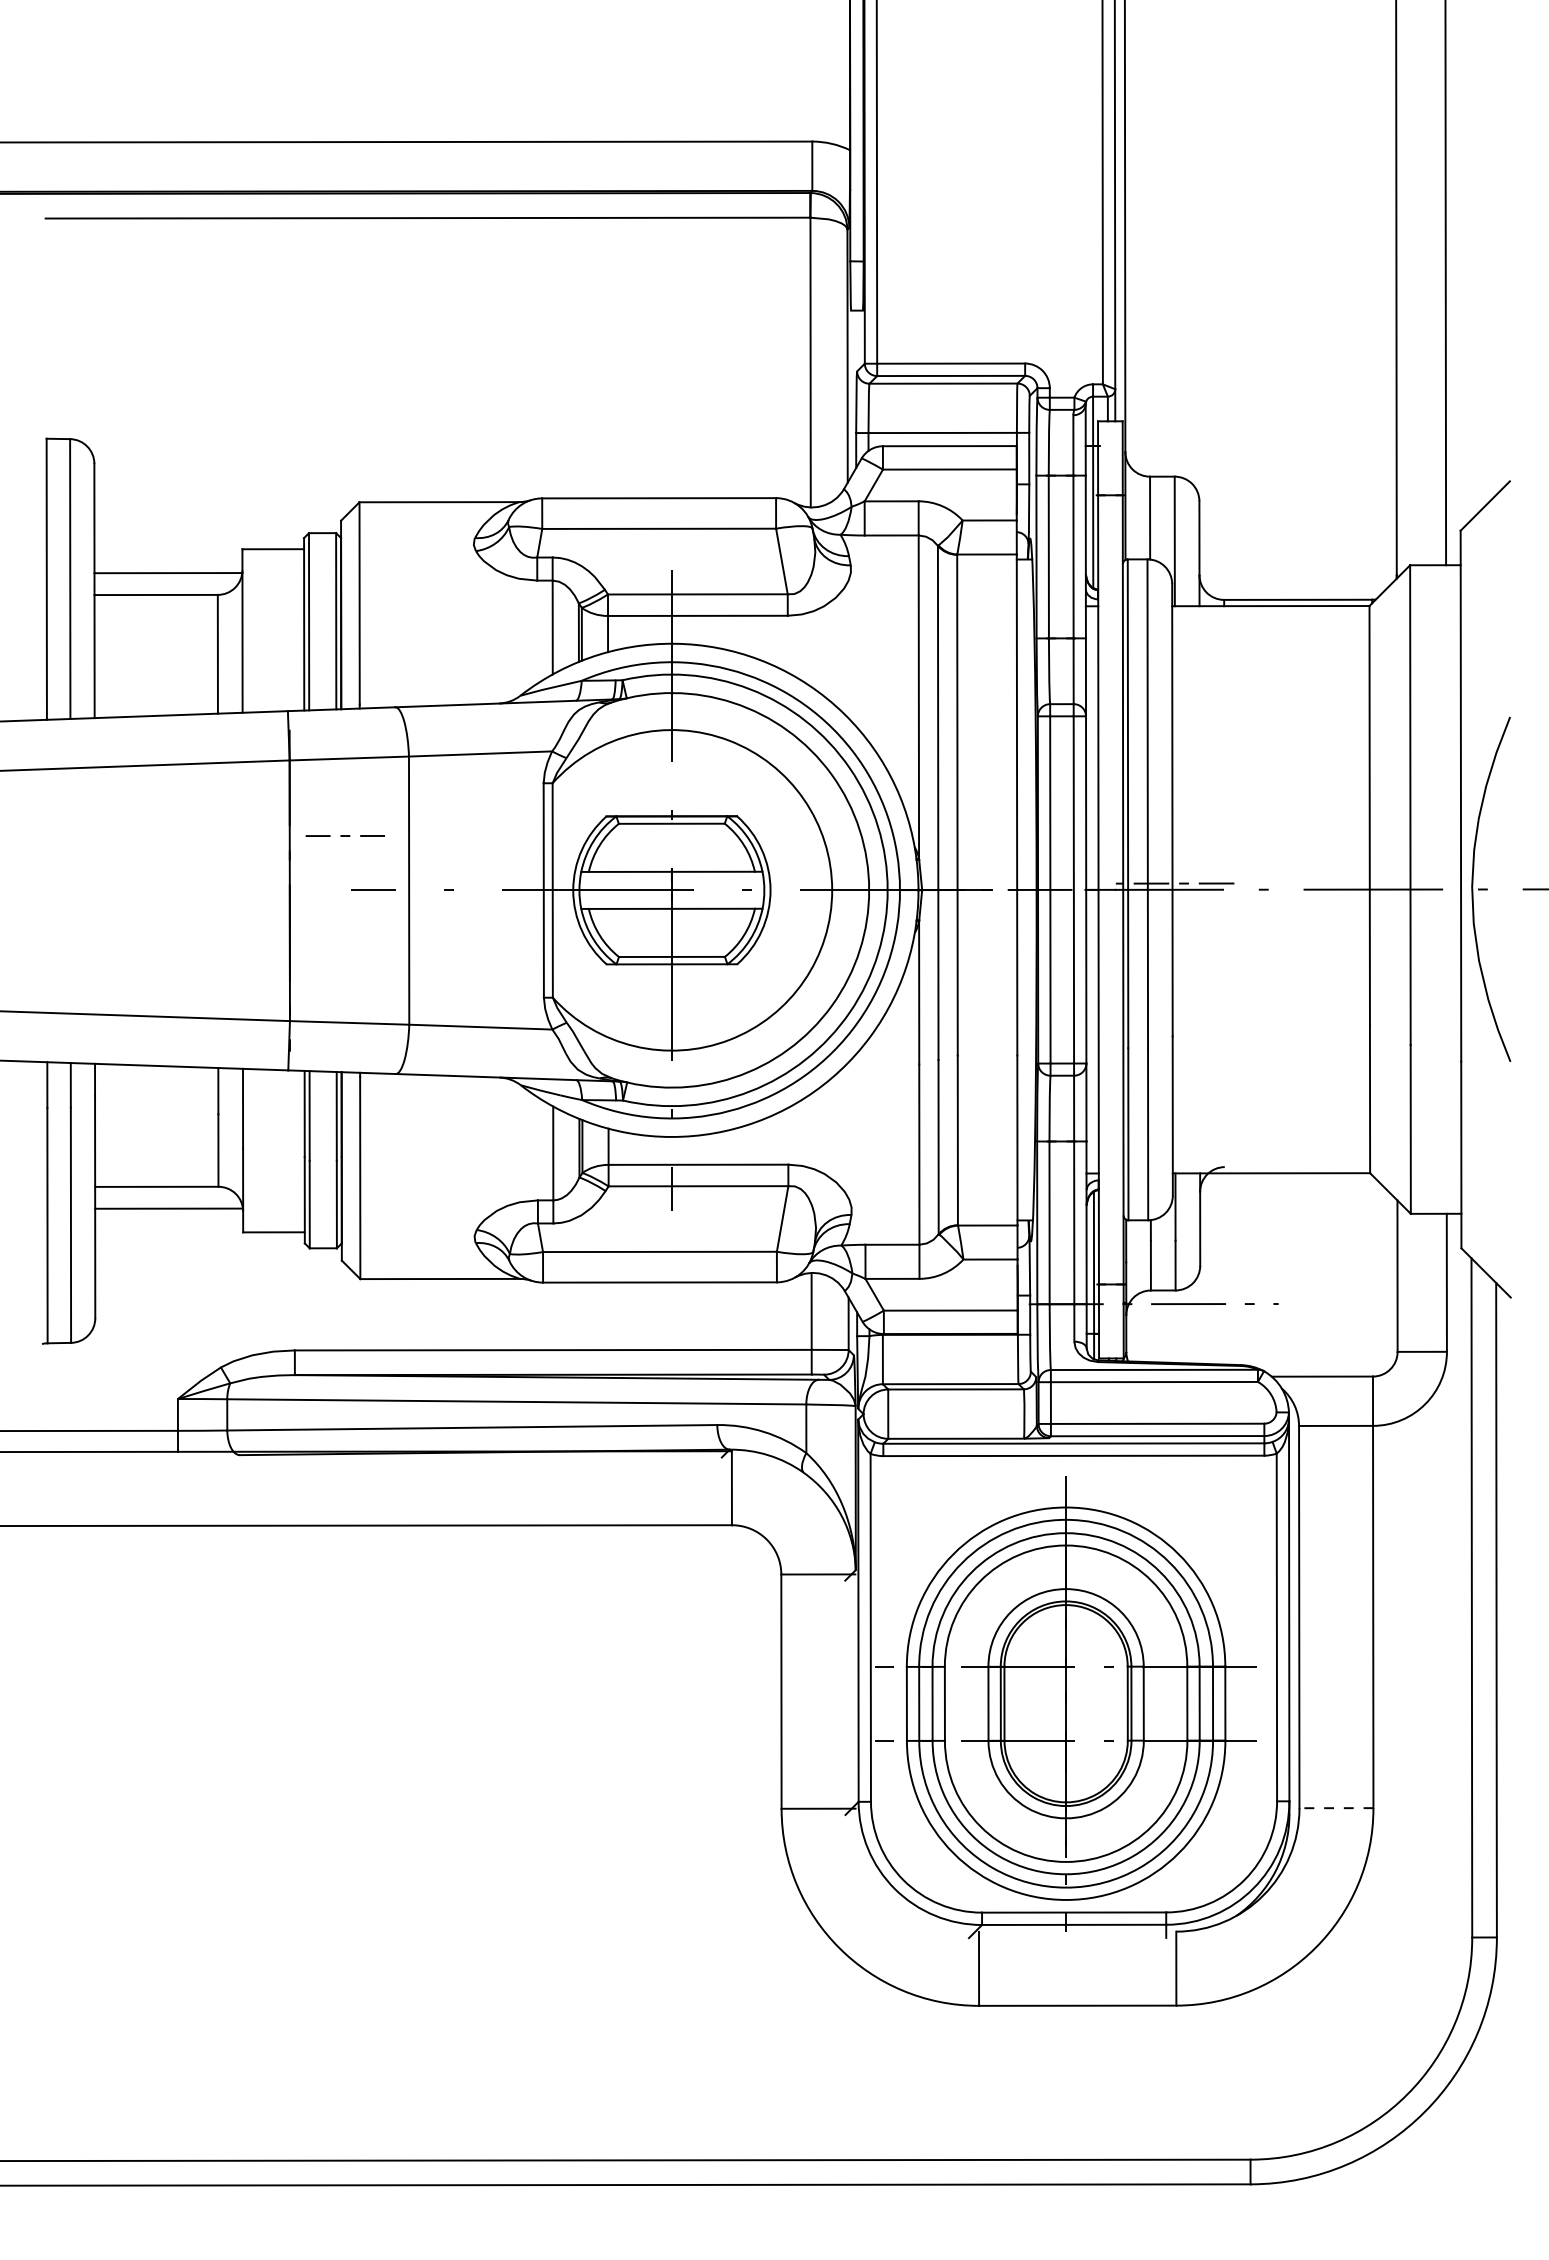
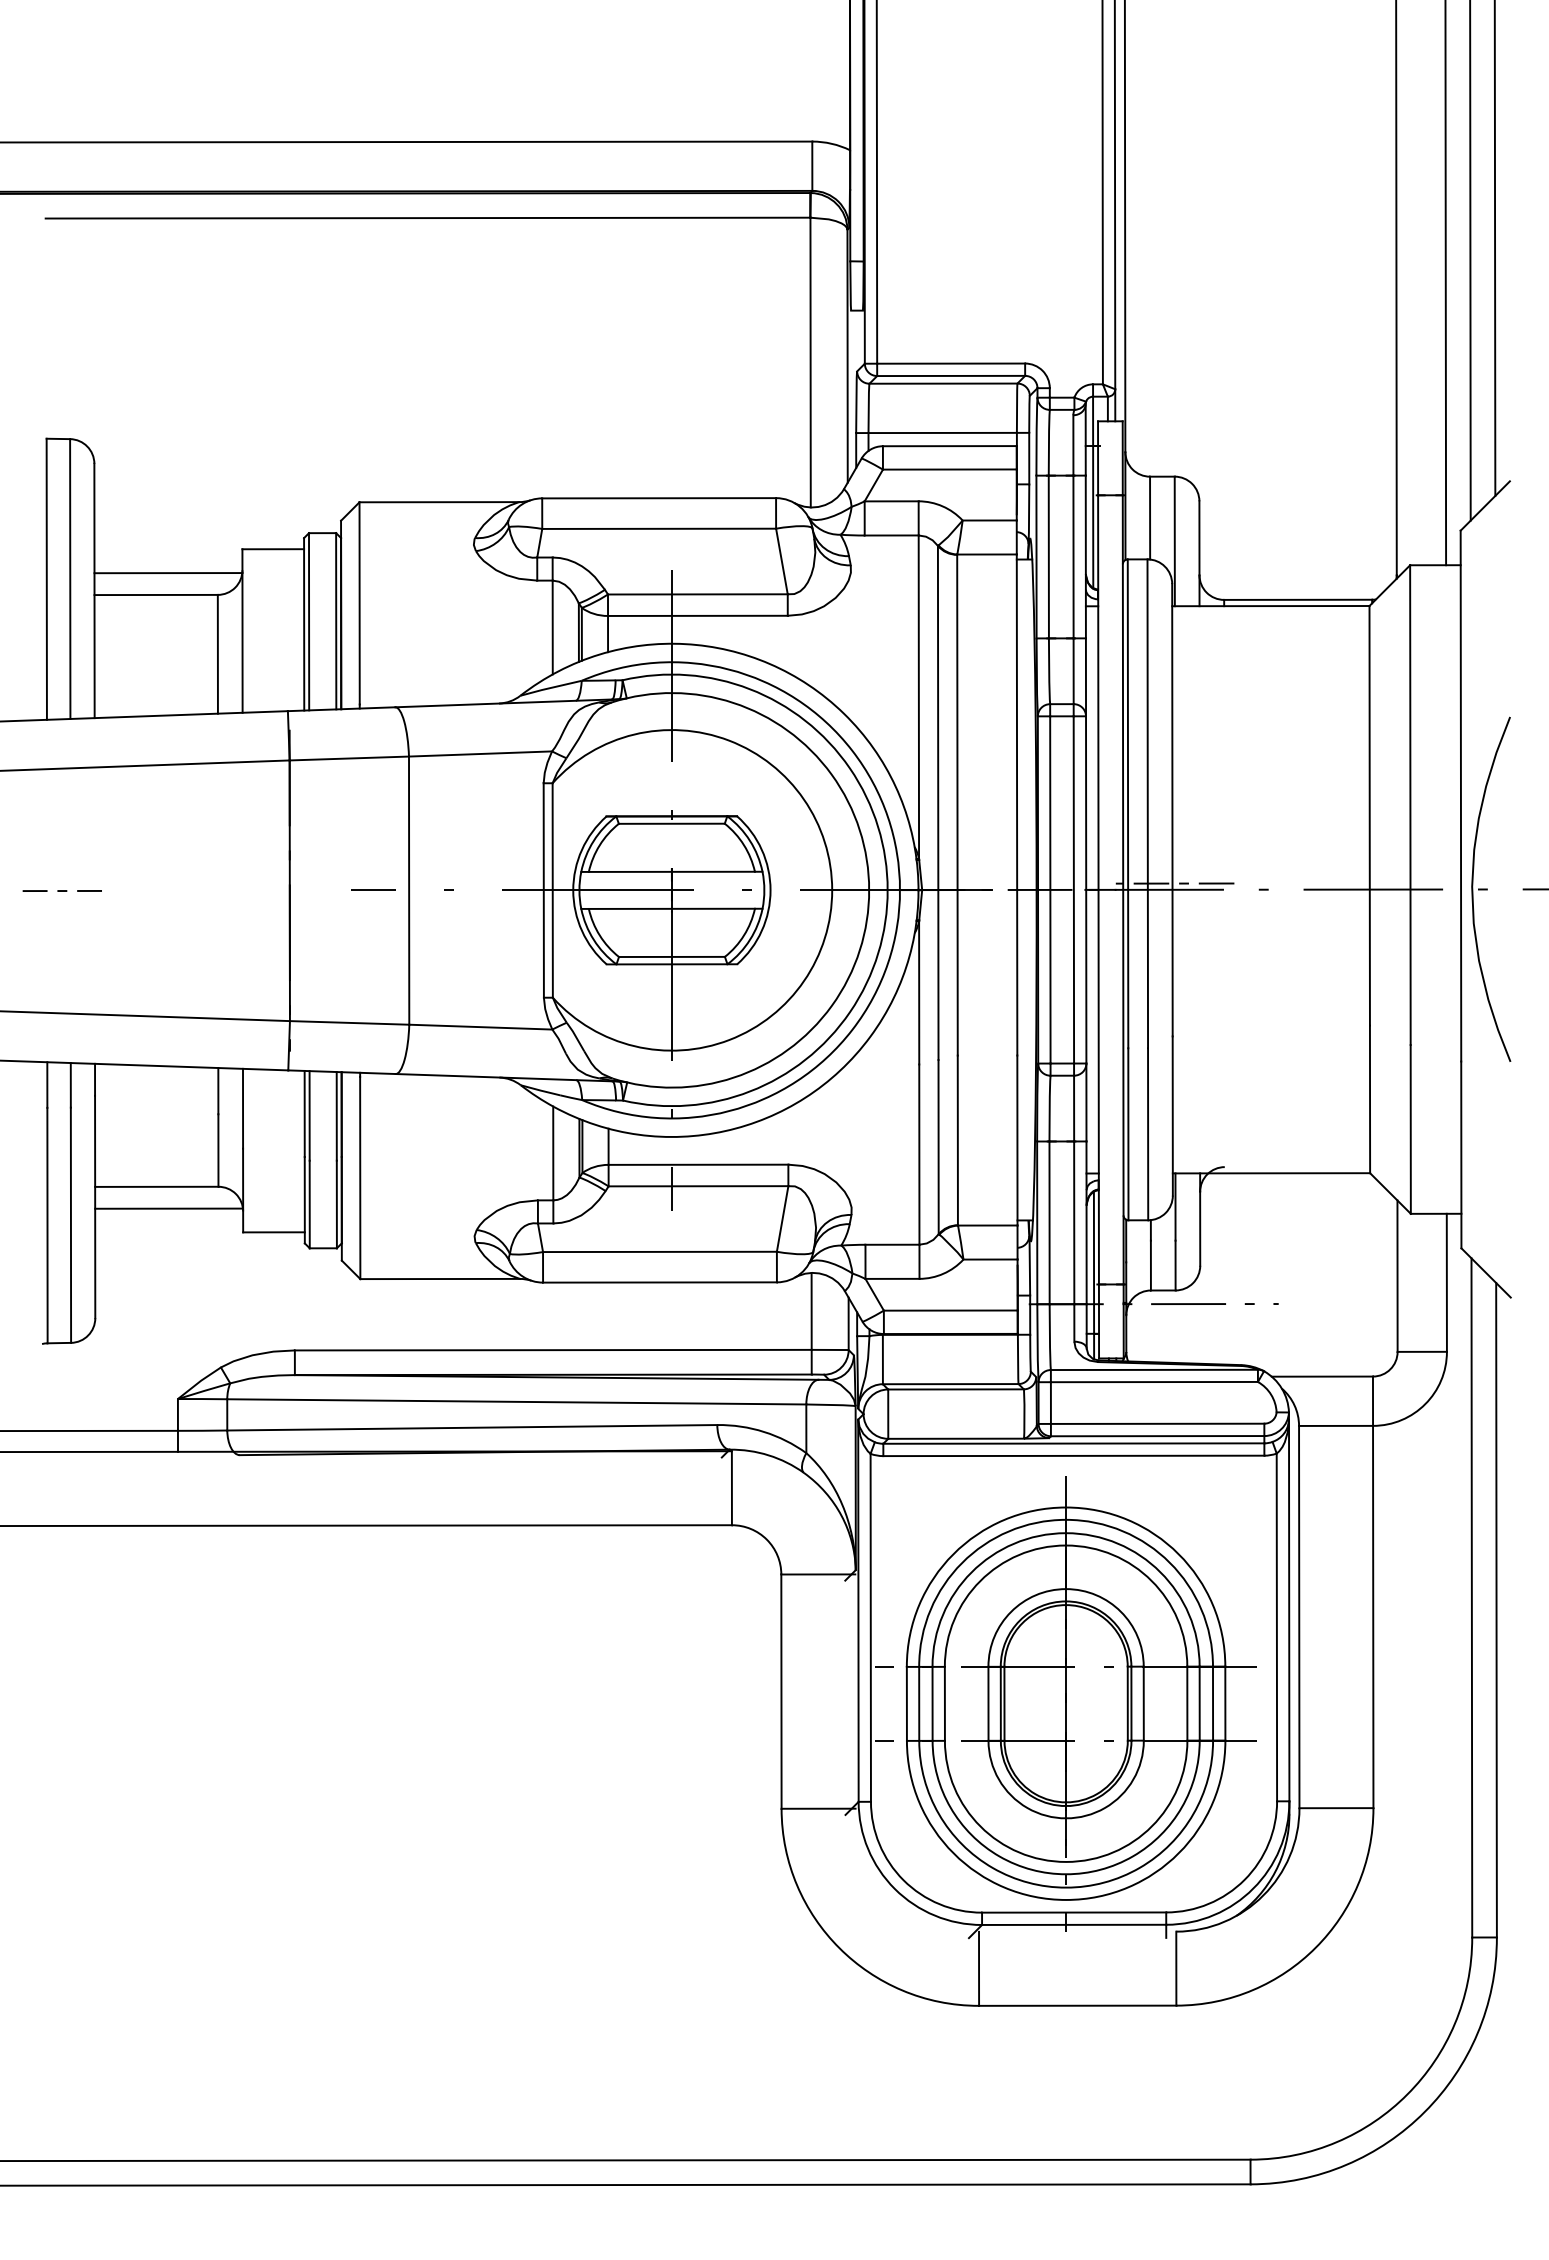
line at (1494, 248): none -> present
line at (1470, 261): none -> present
line at (344, 835) position: (344, 835) -> (61, 890)
line at (1336, 1808): dashed -> solid
